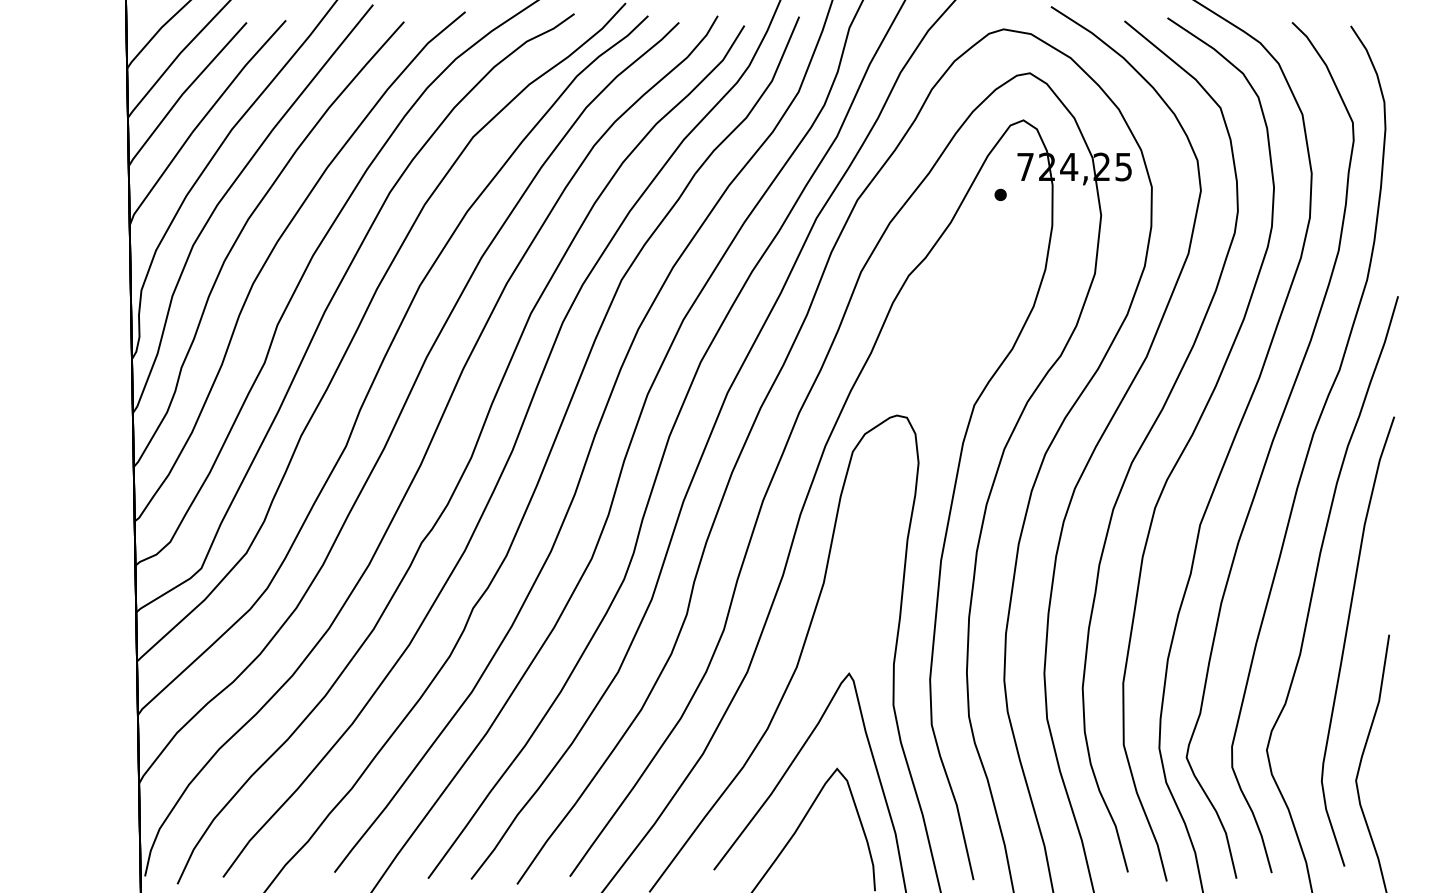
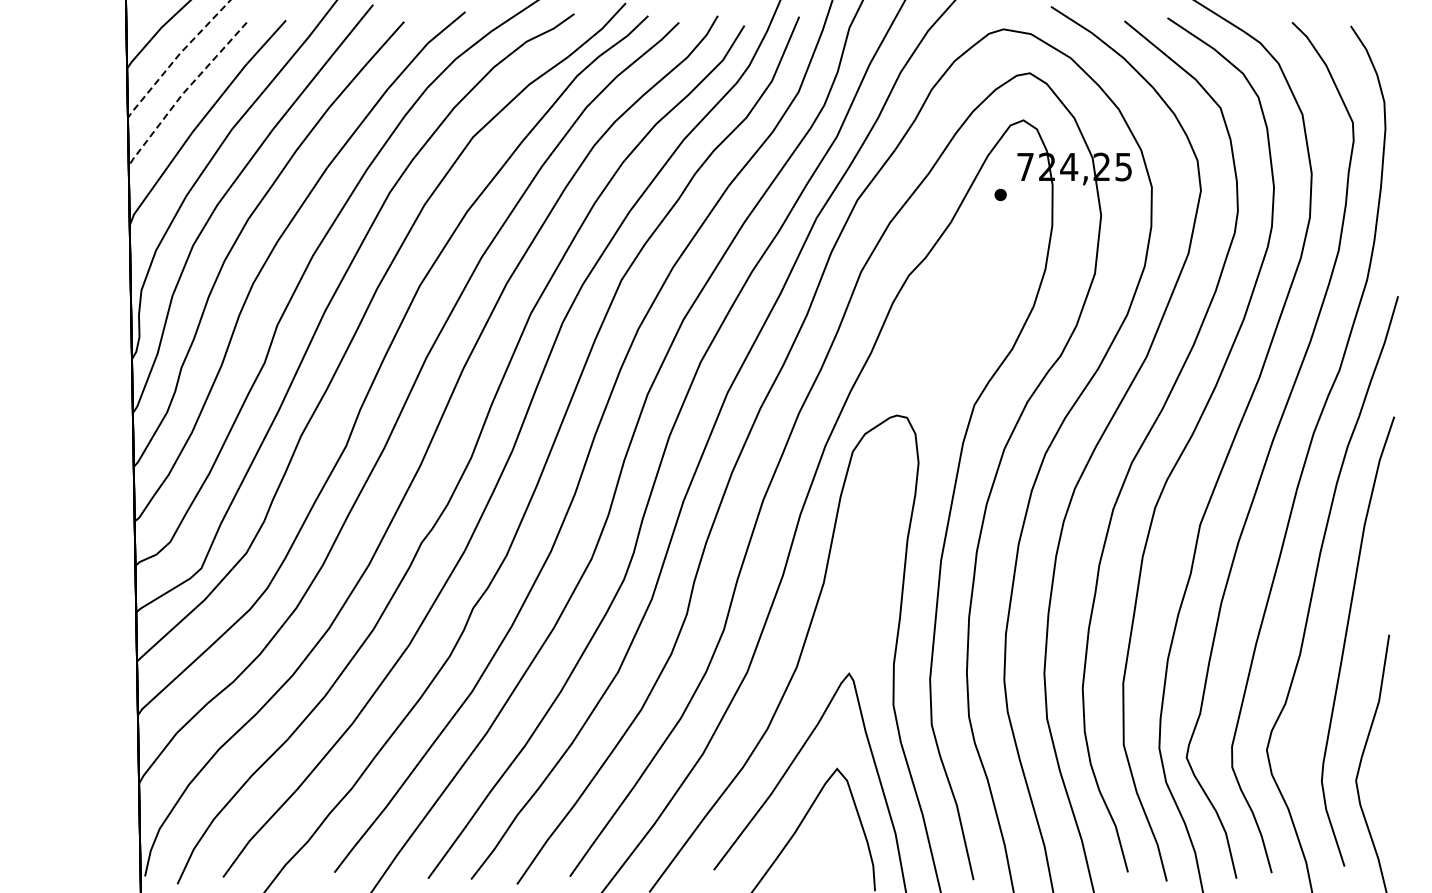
line at (176, 57): solid -> dashed
line at (183, 92): solid -> dashed
